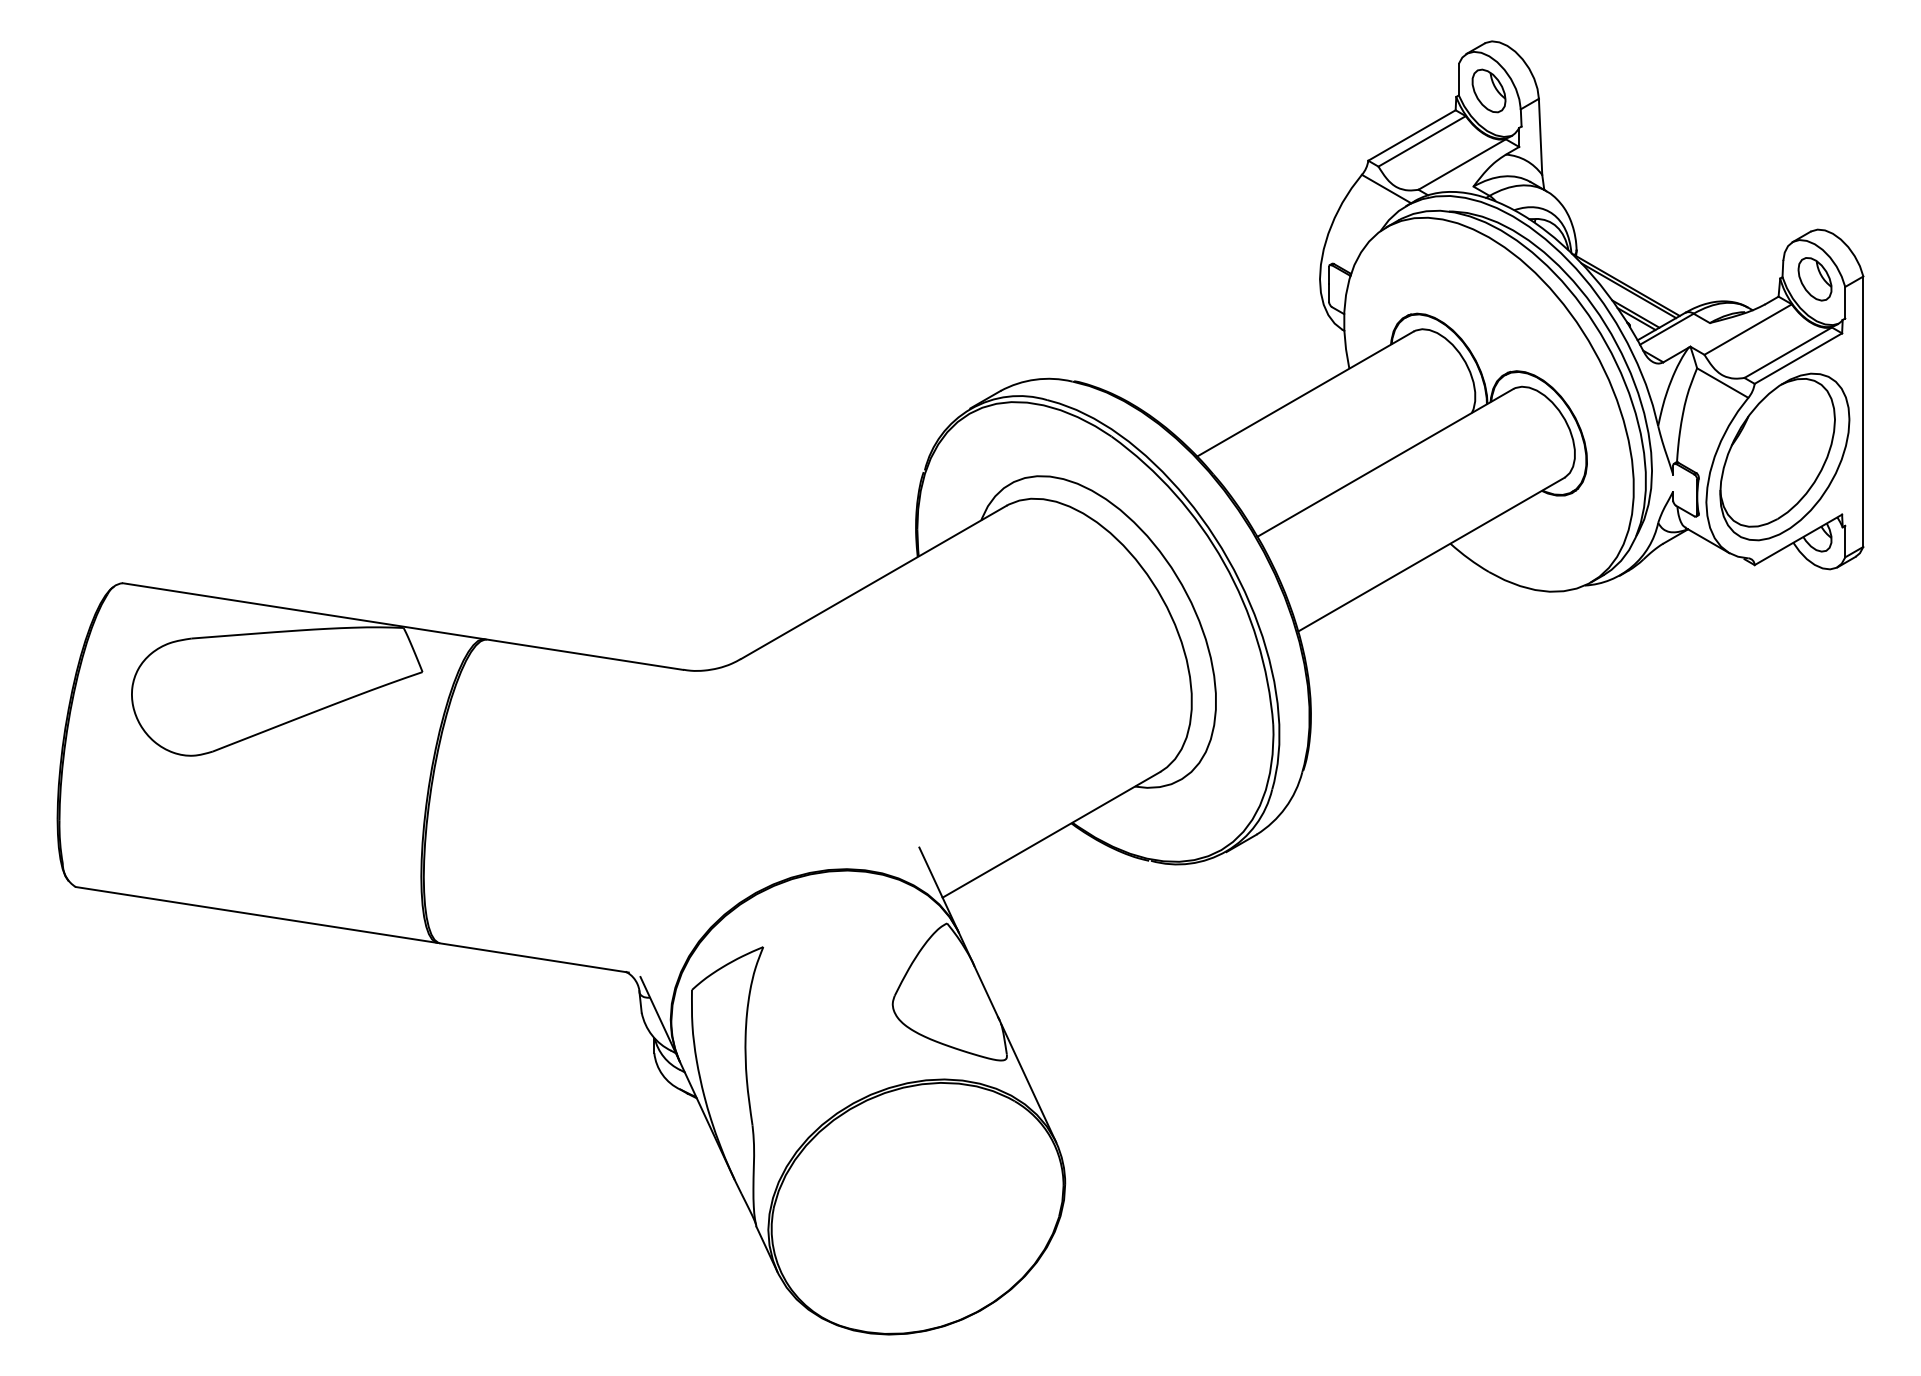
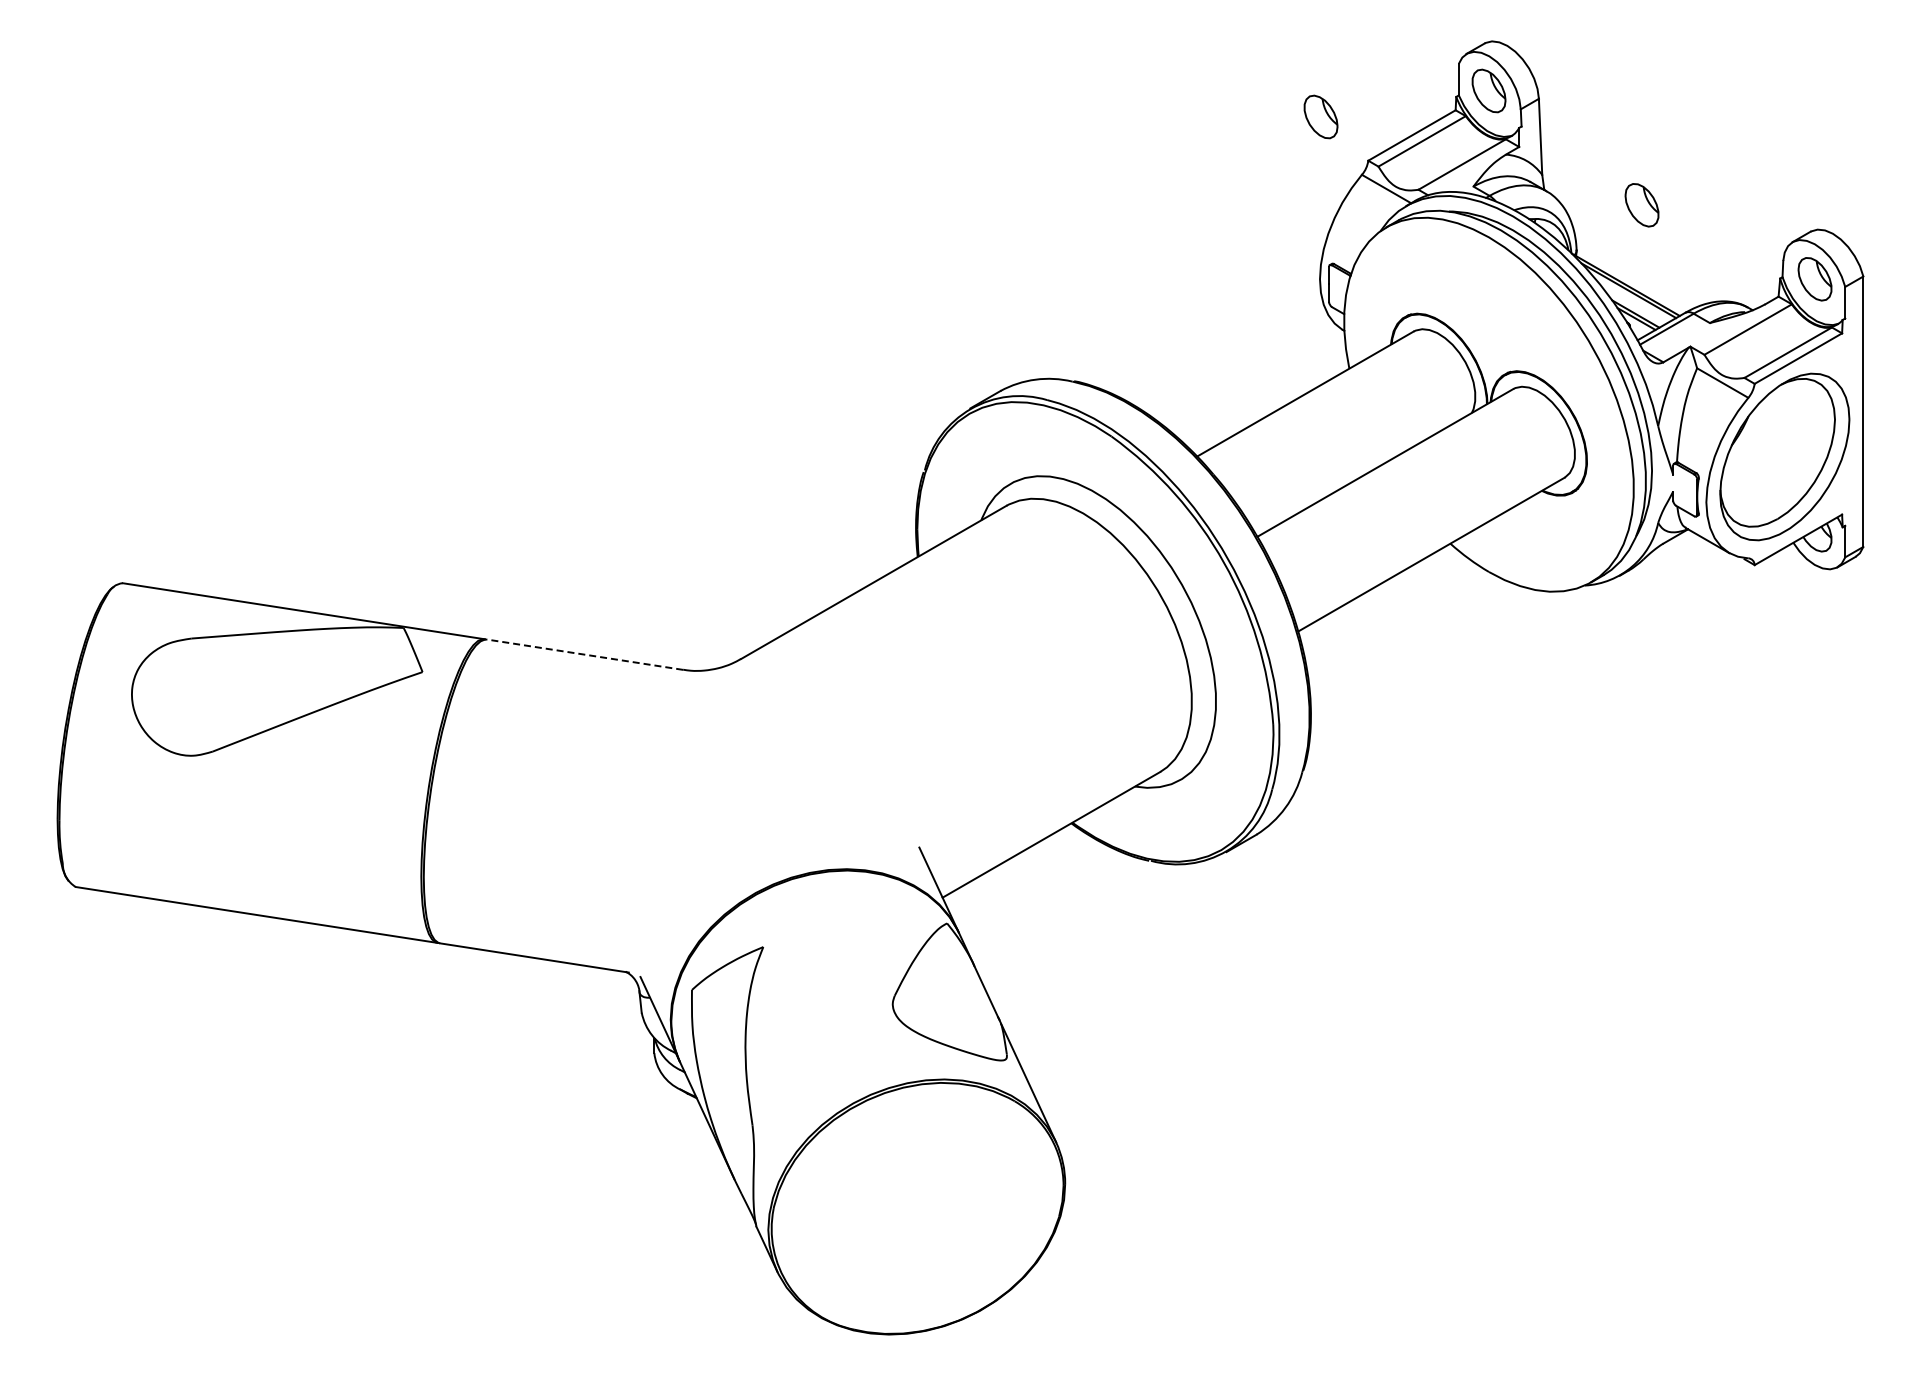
part at (1320, 116): none -> present
part at (1641, 205): none -> present
line at (584, 654): solid -> dashed
